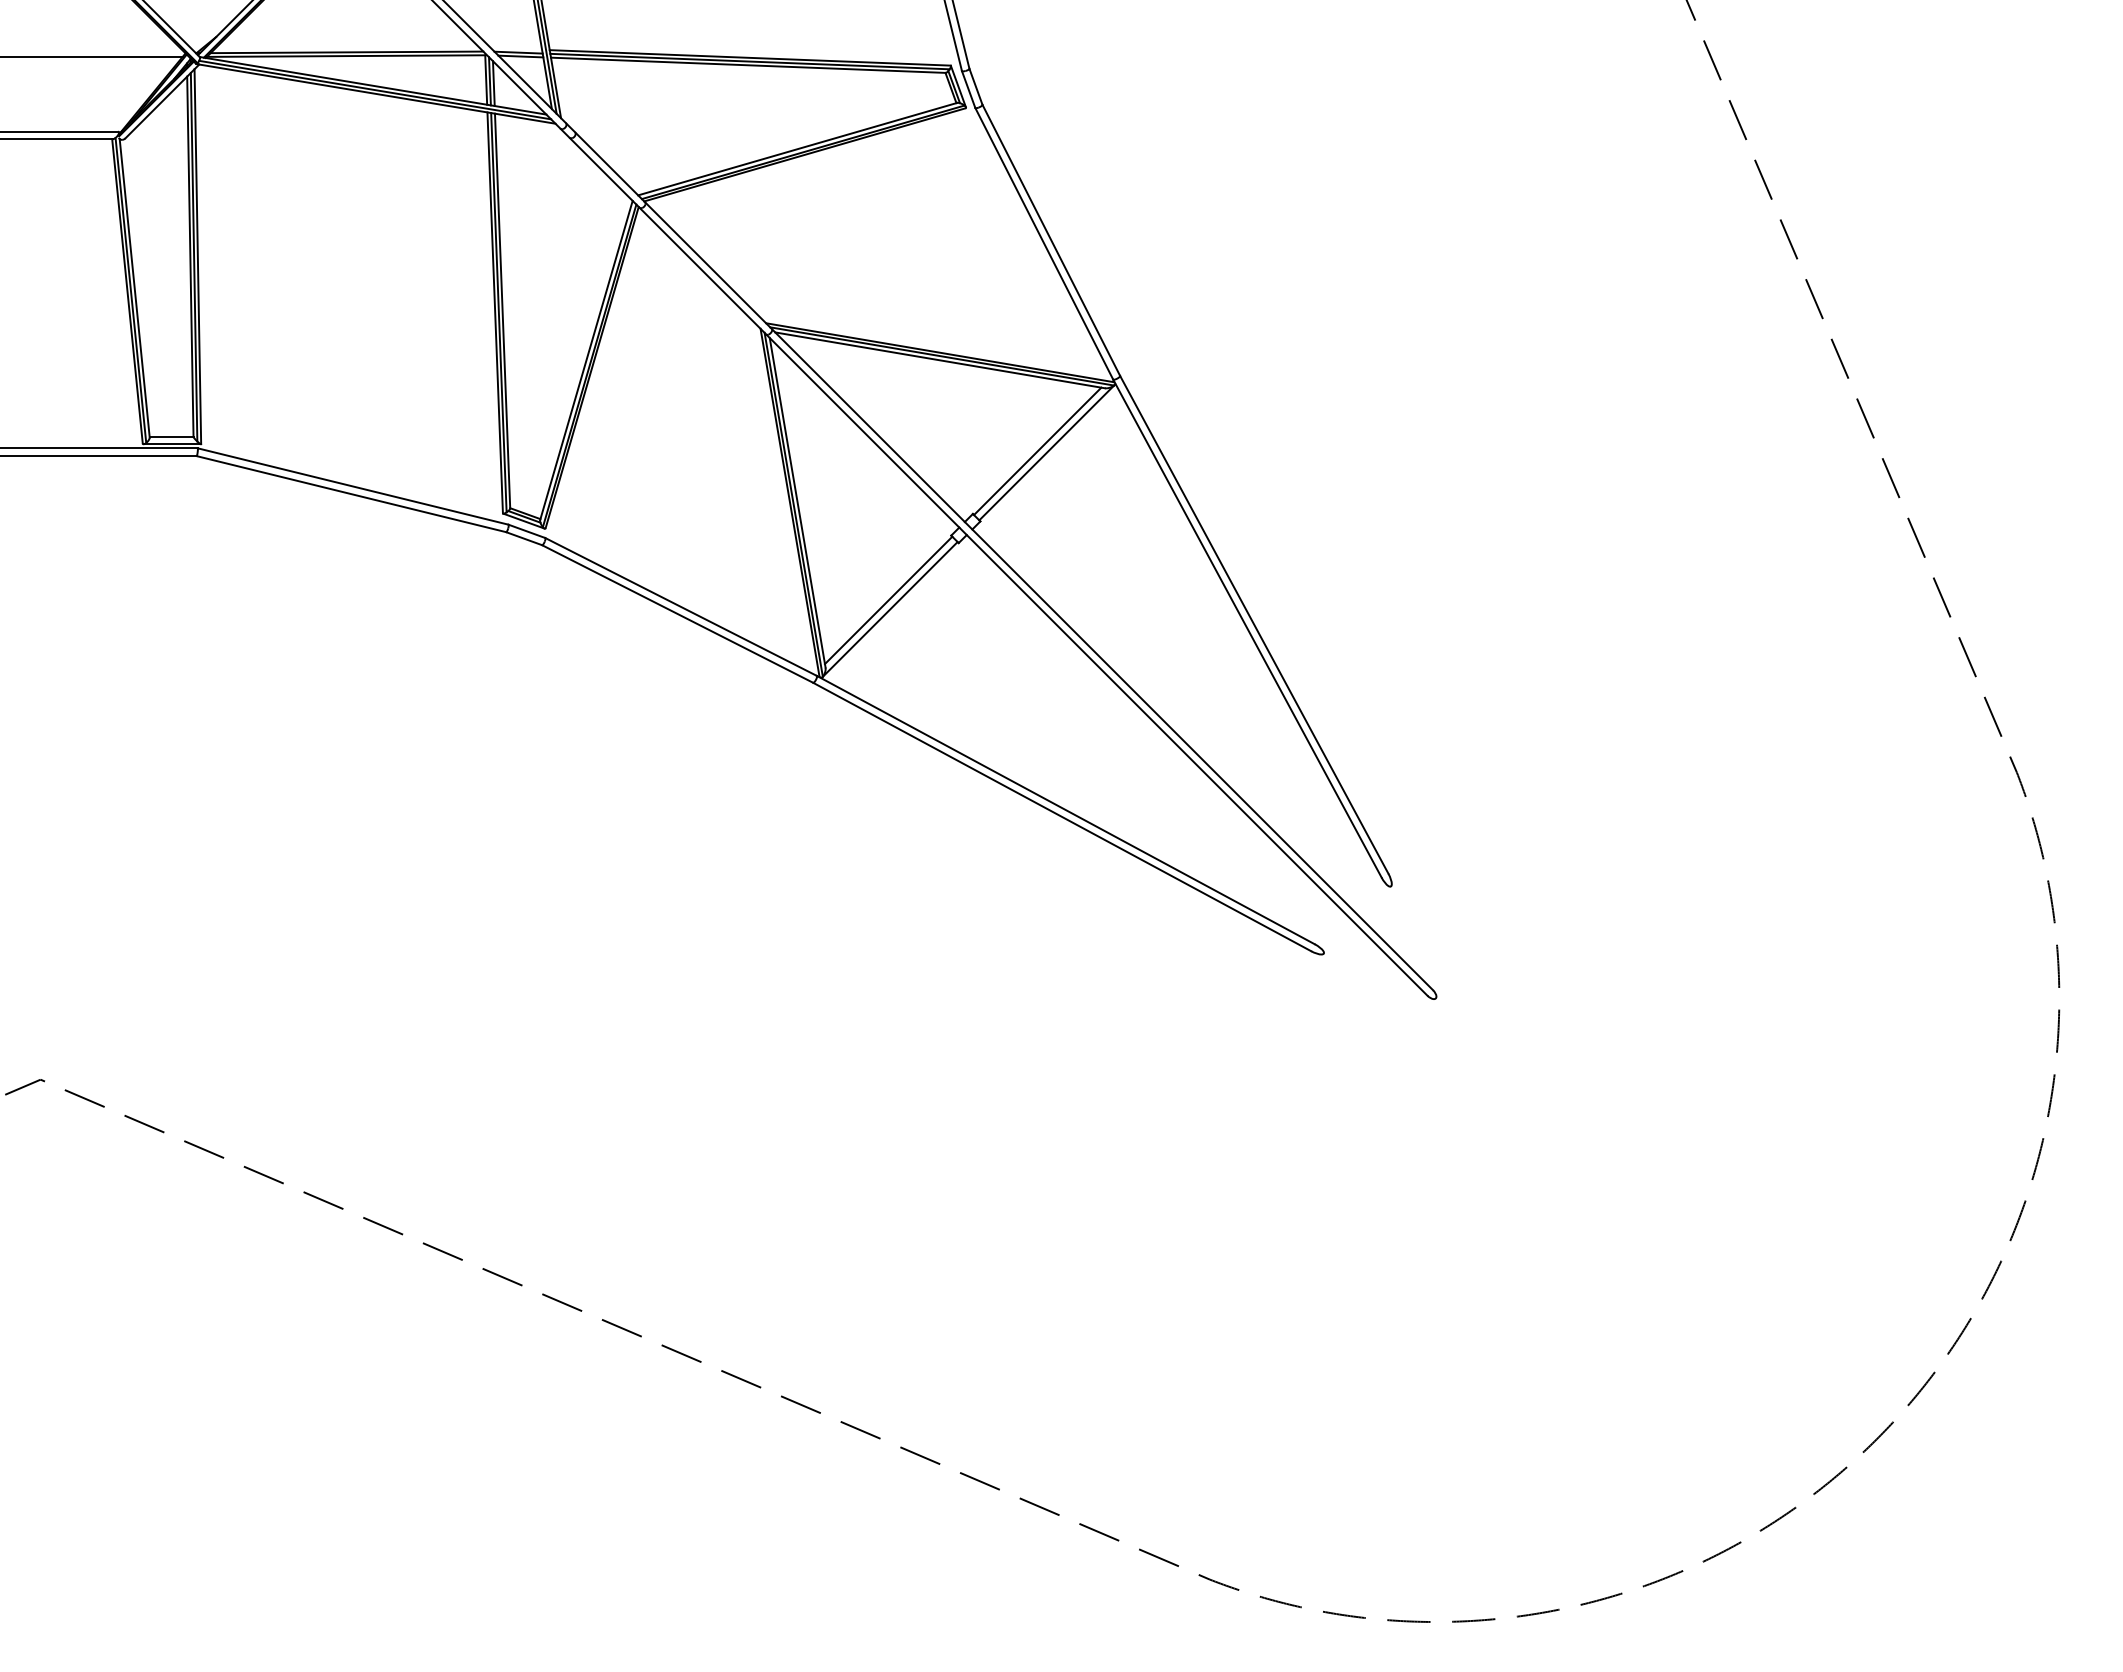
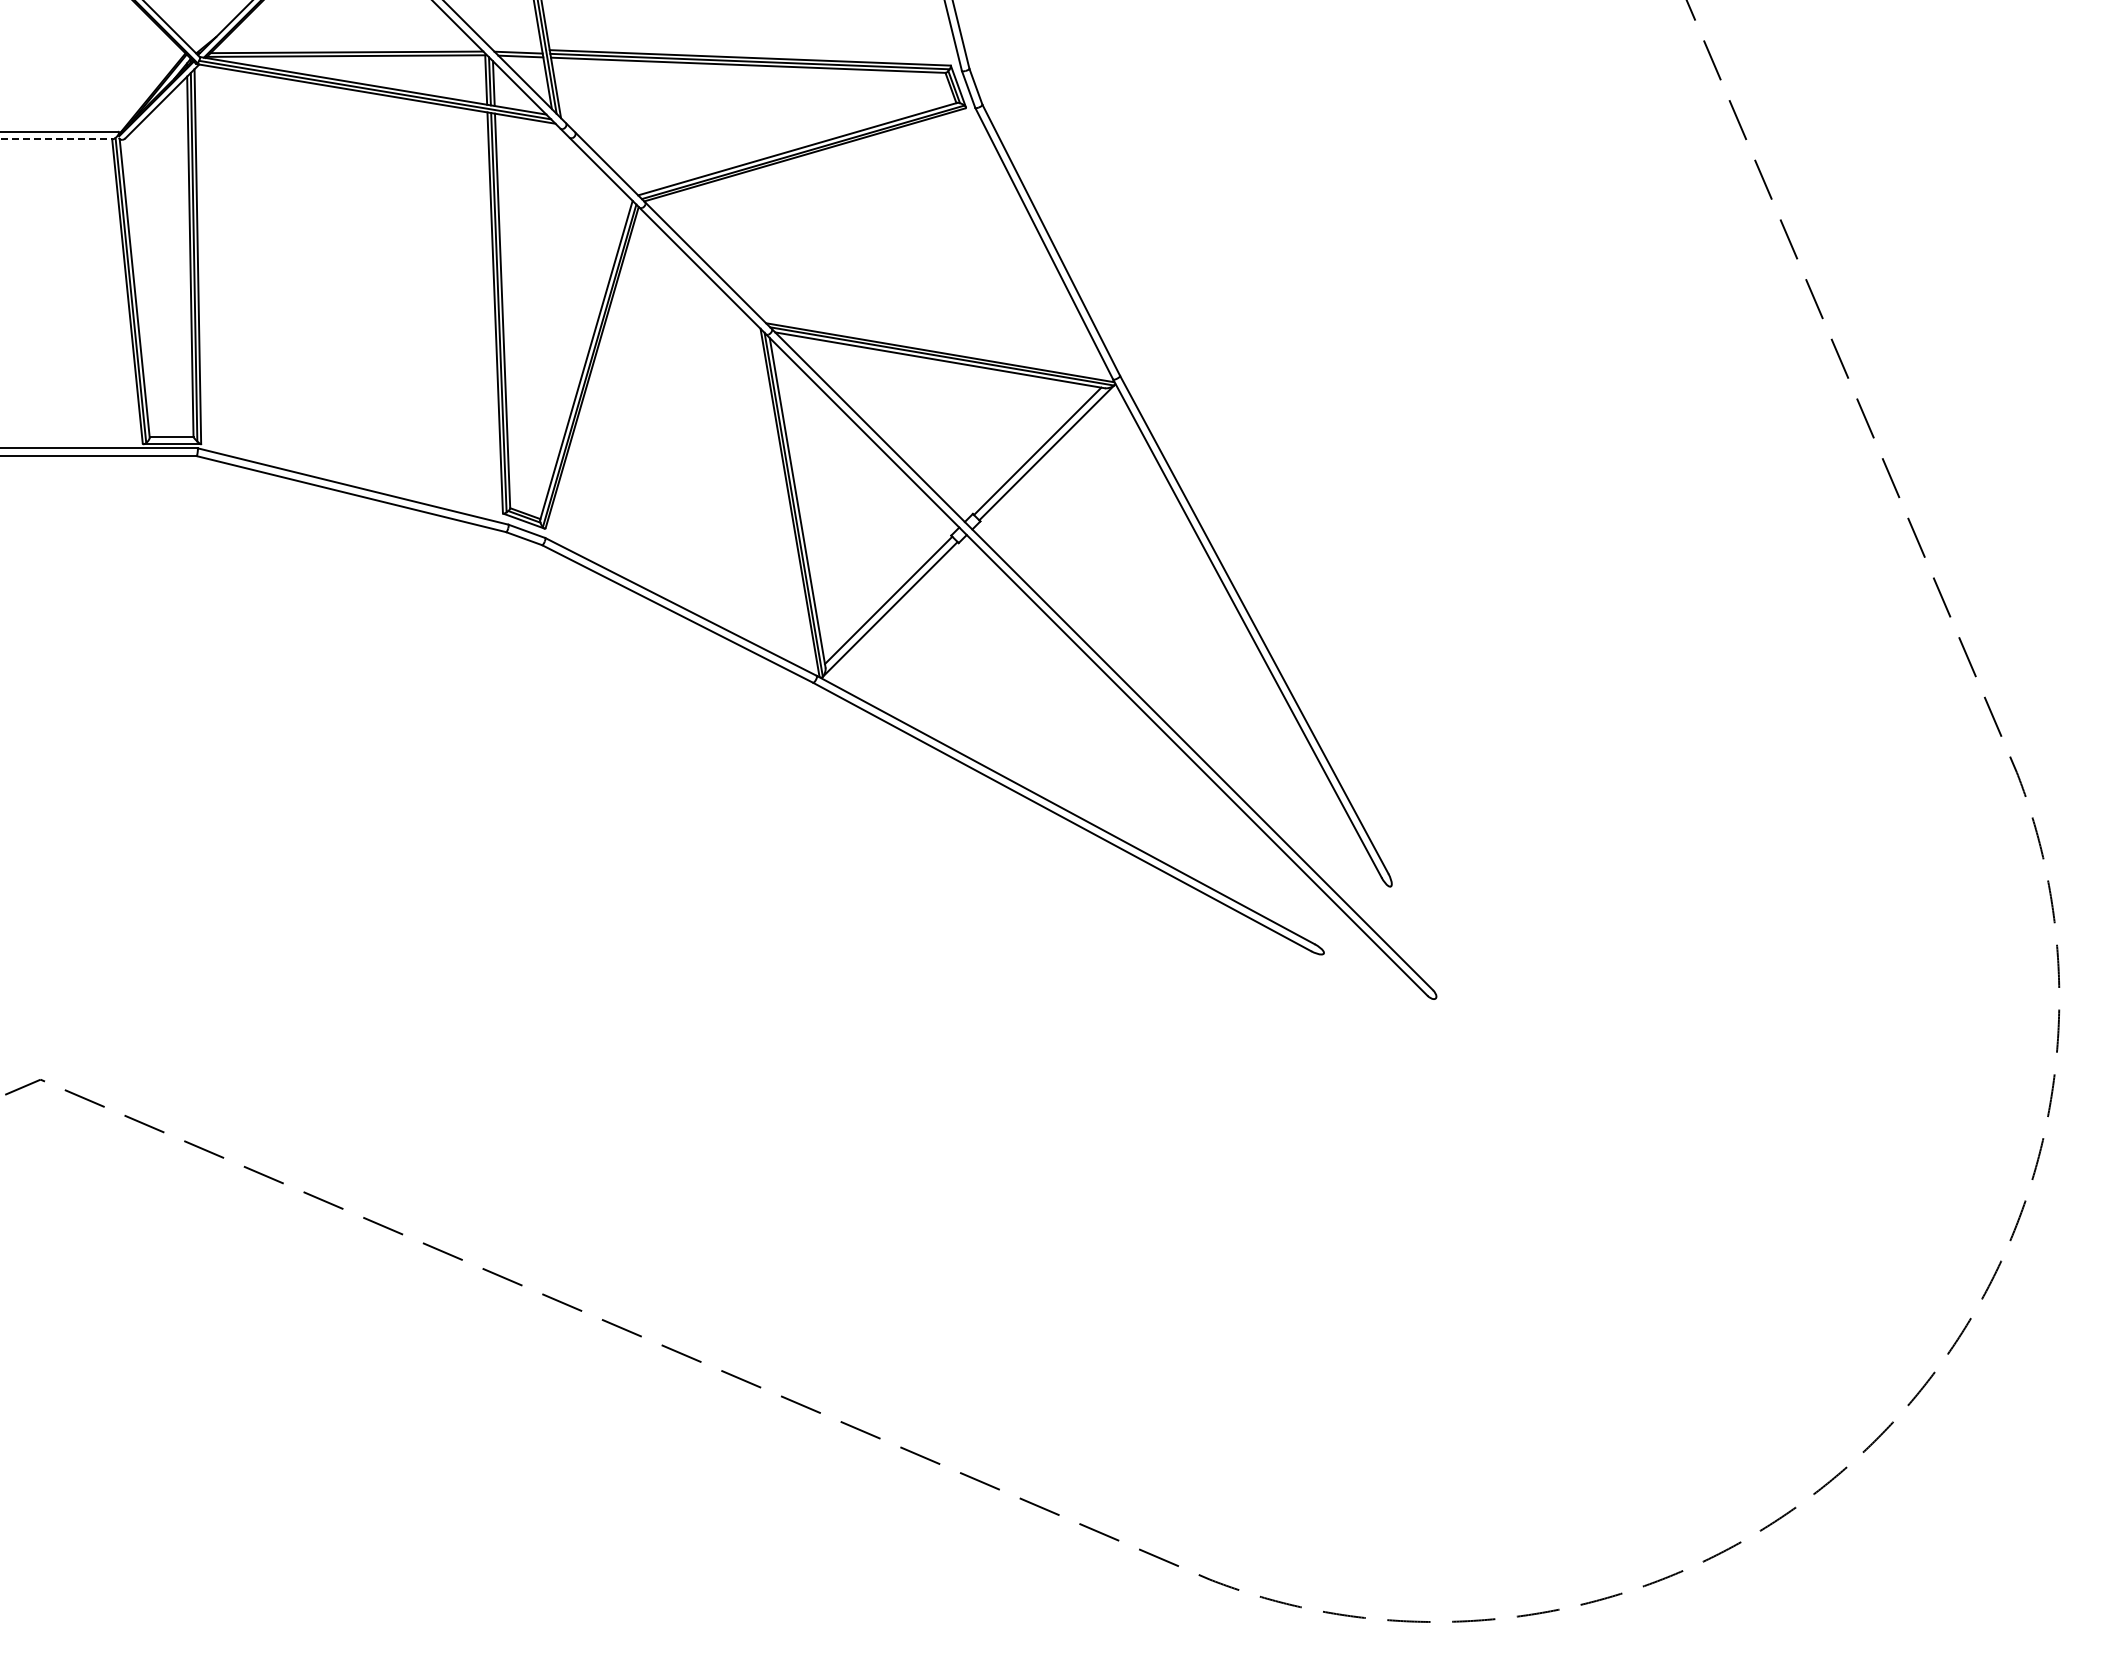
line at (92, 57): present -> none
line at (57, 139): solid -> dashed
